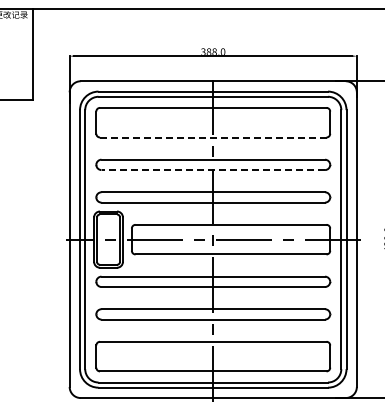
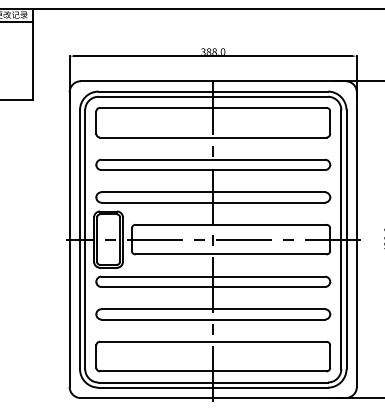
line at (17, 21): none -> present
line at (212, 137): dashed -> solid
line at (213, 170): dashed -> solid
